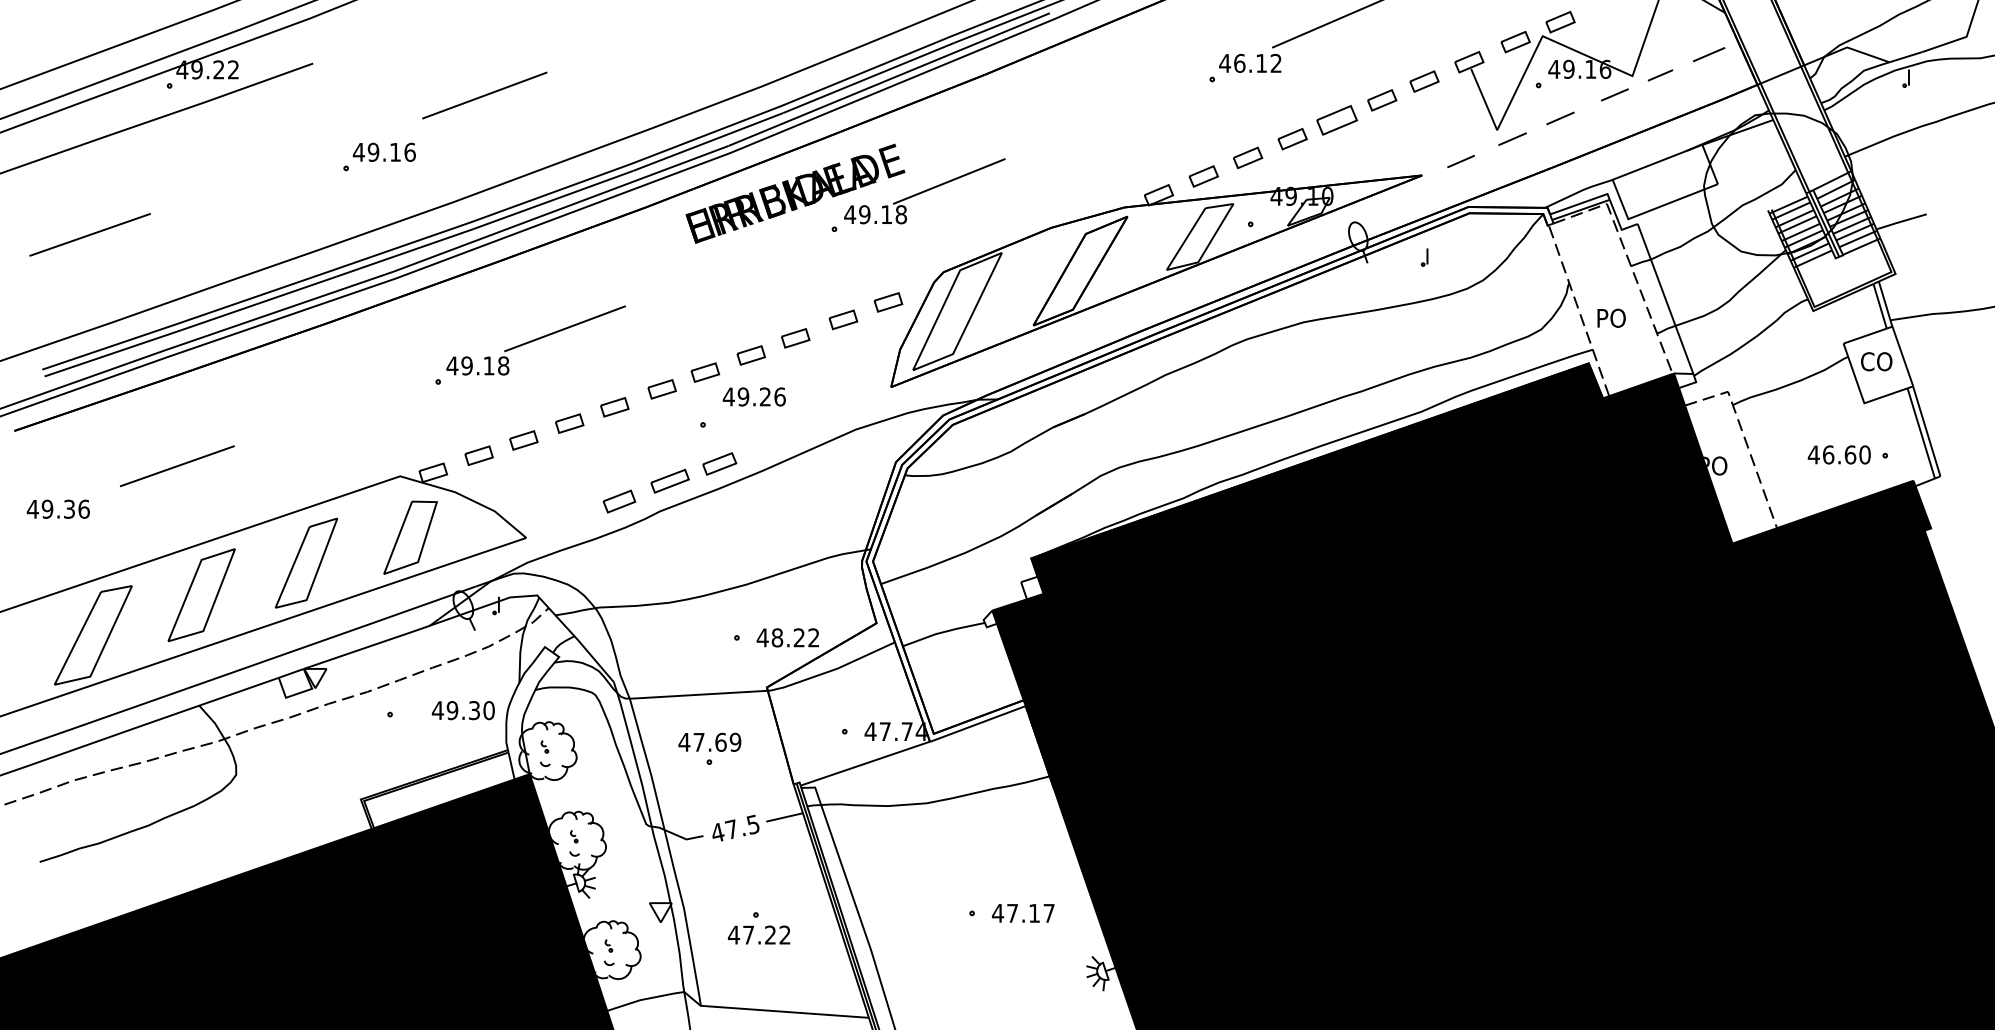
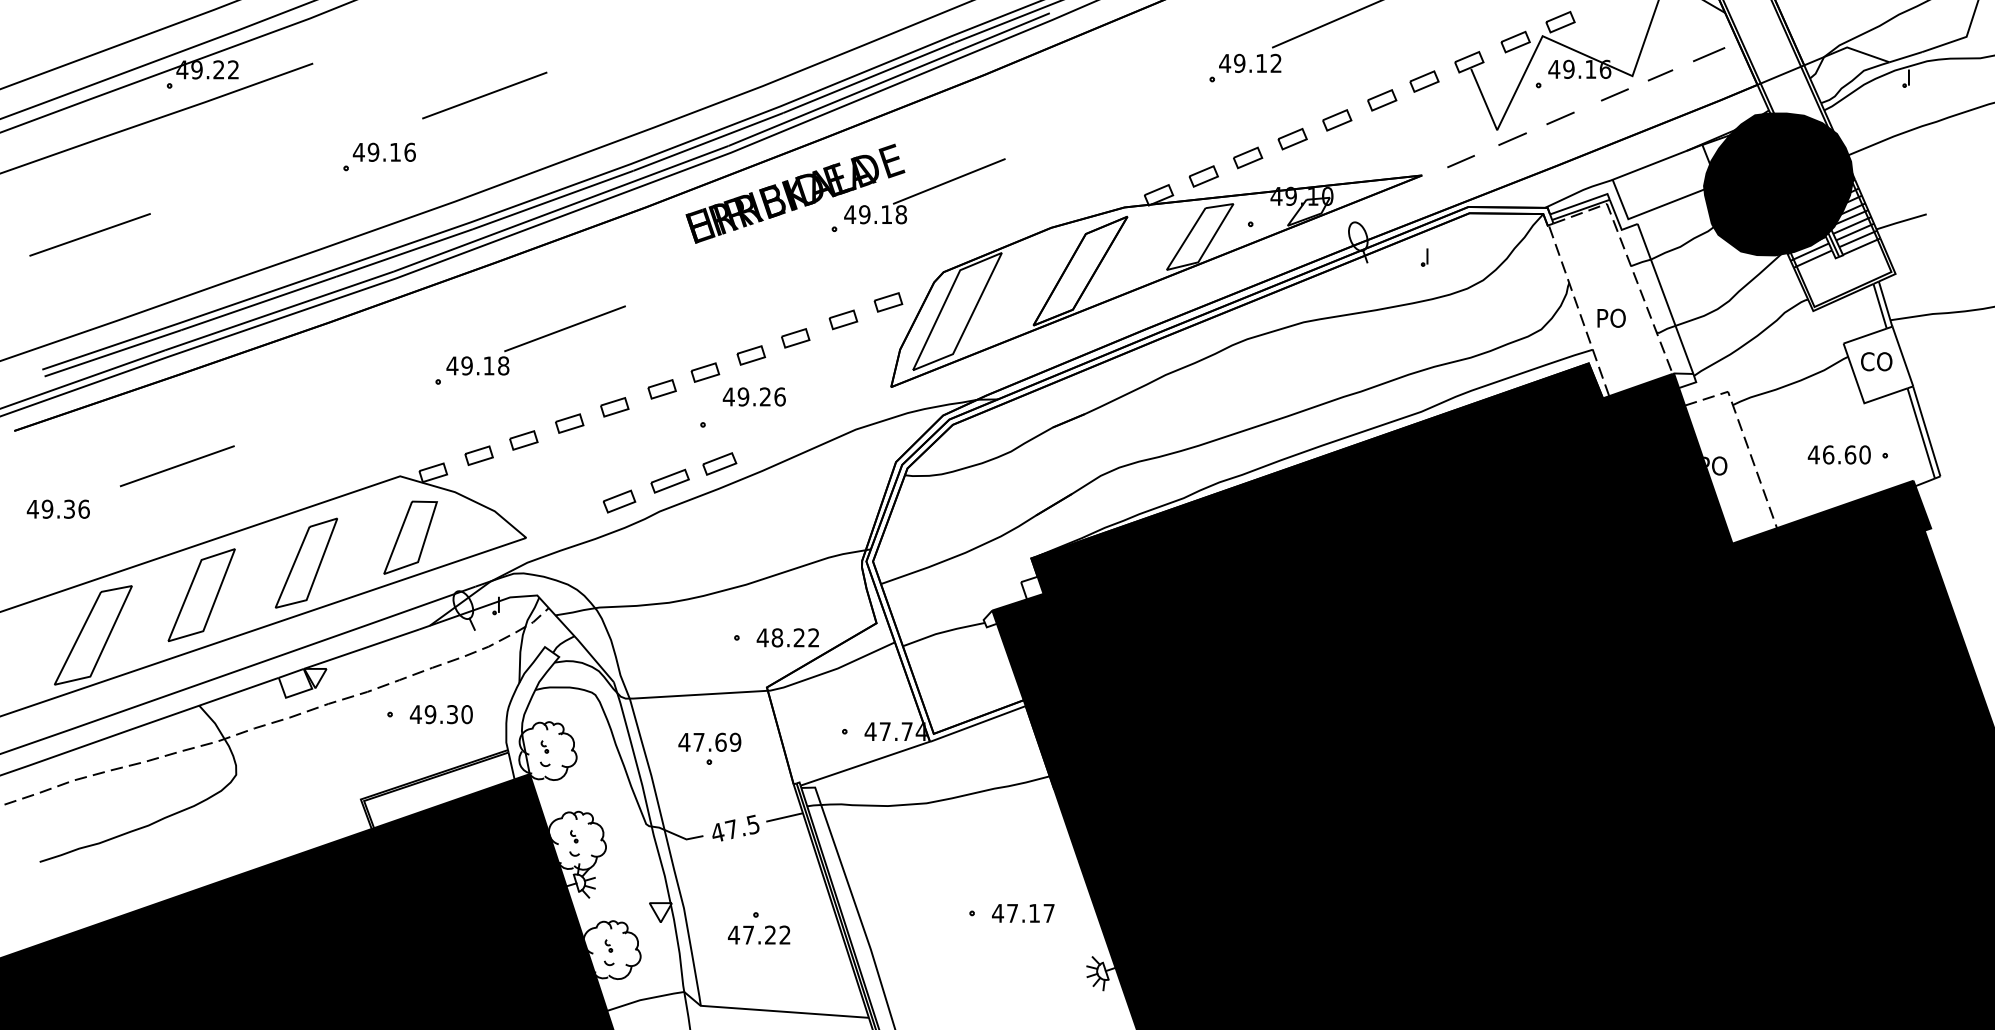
text at (1239, 63): 46.12 -> 49.12
part at (1336, 120) size: 42x31 px -> 31x23 px
fill at (1778, 184): none -> present
text at (462, 710) position: (462, 710) -> (440, 714)
